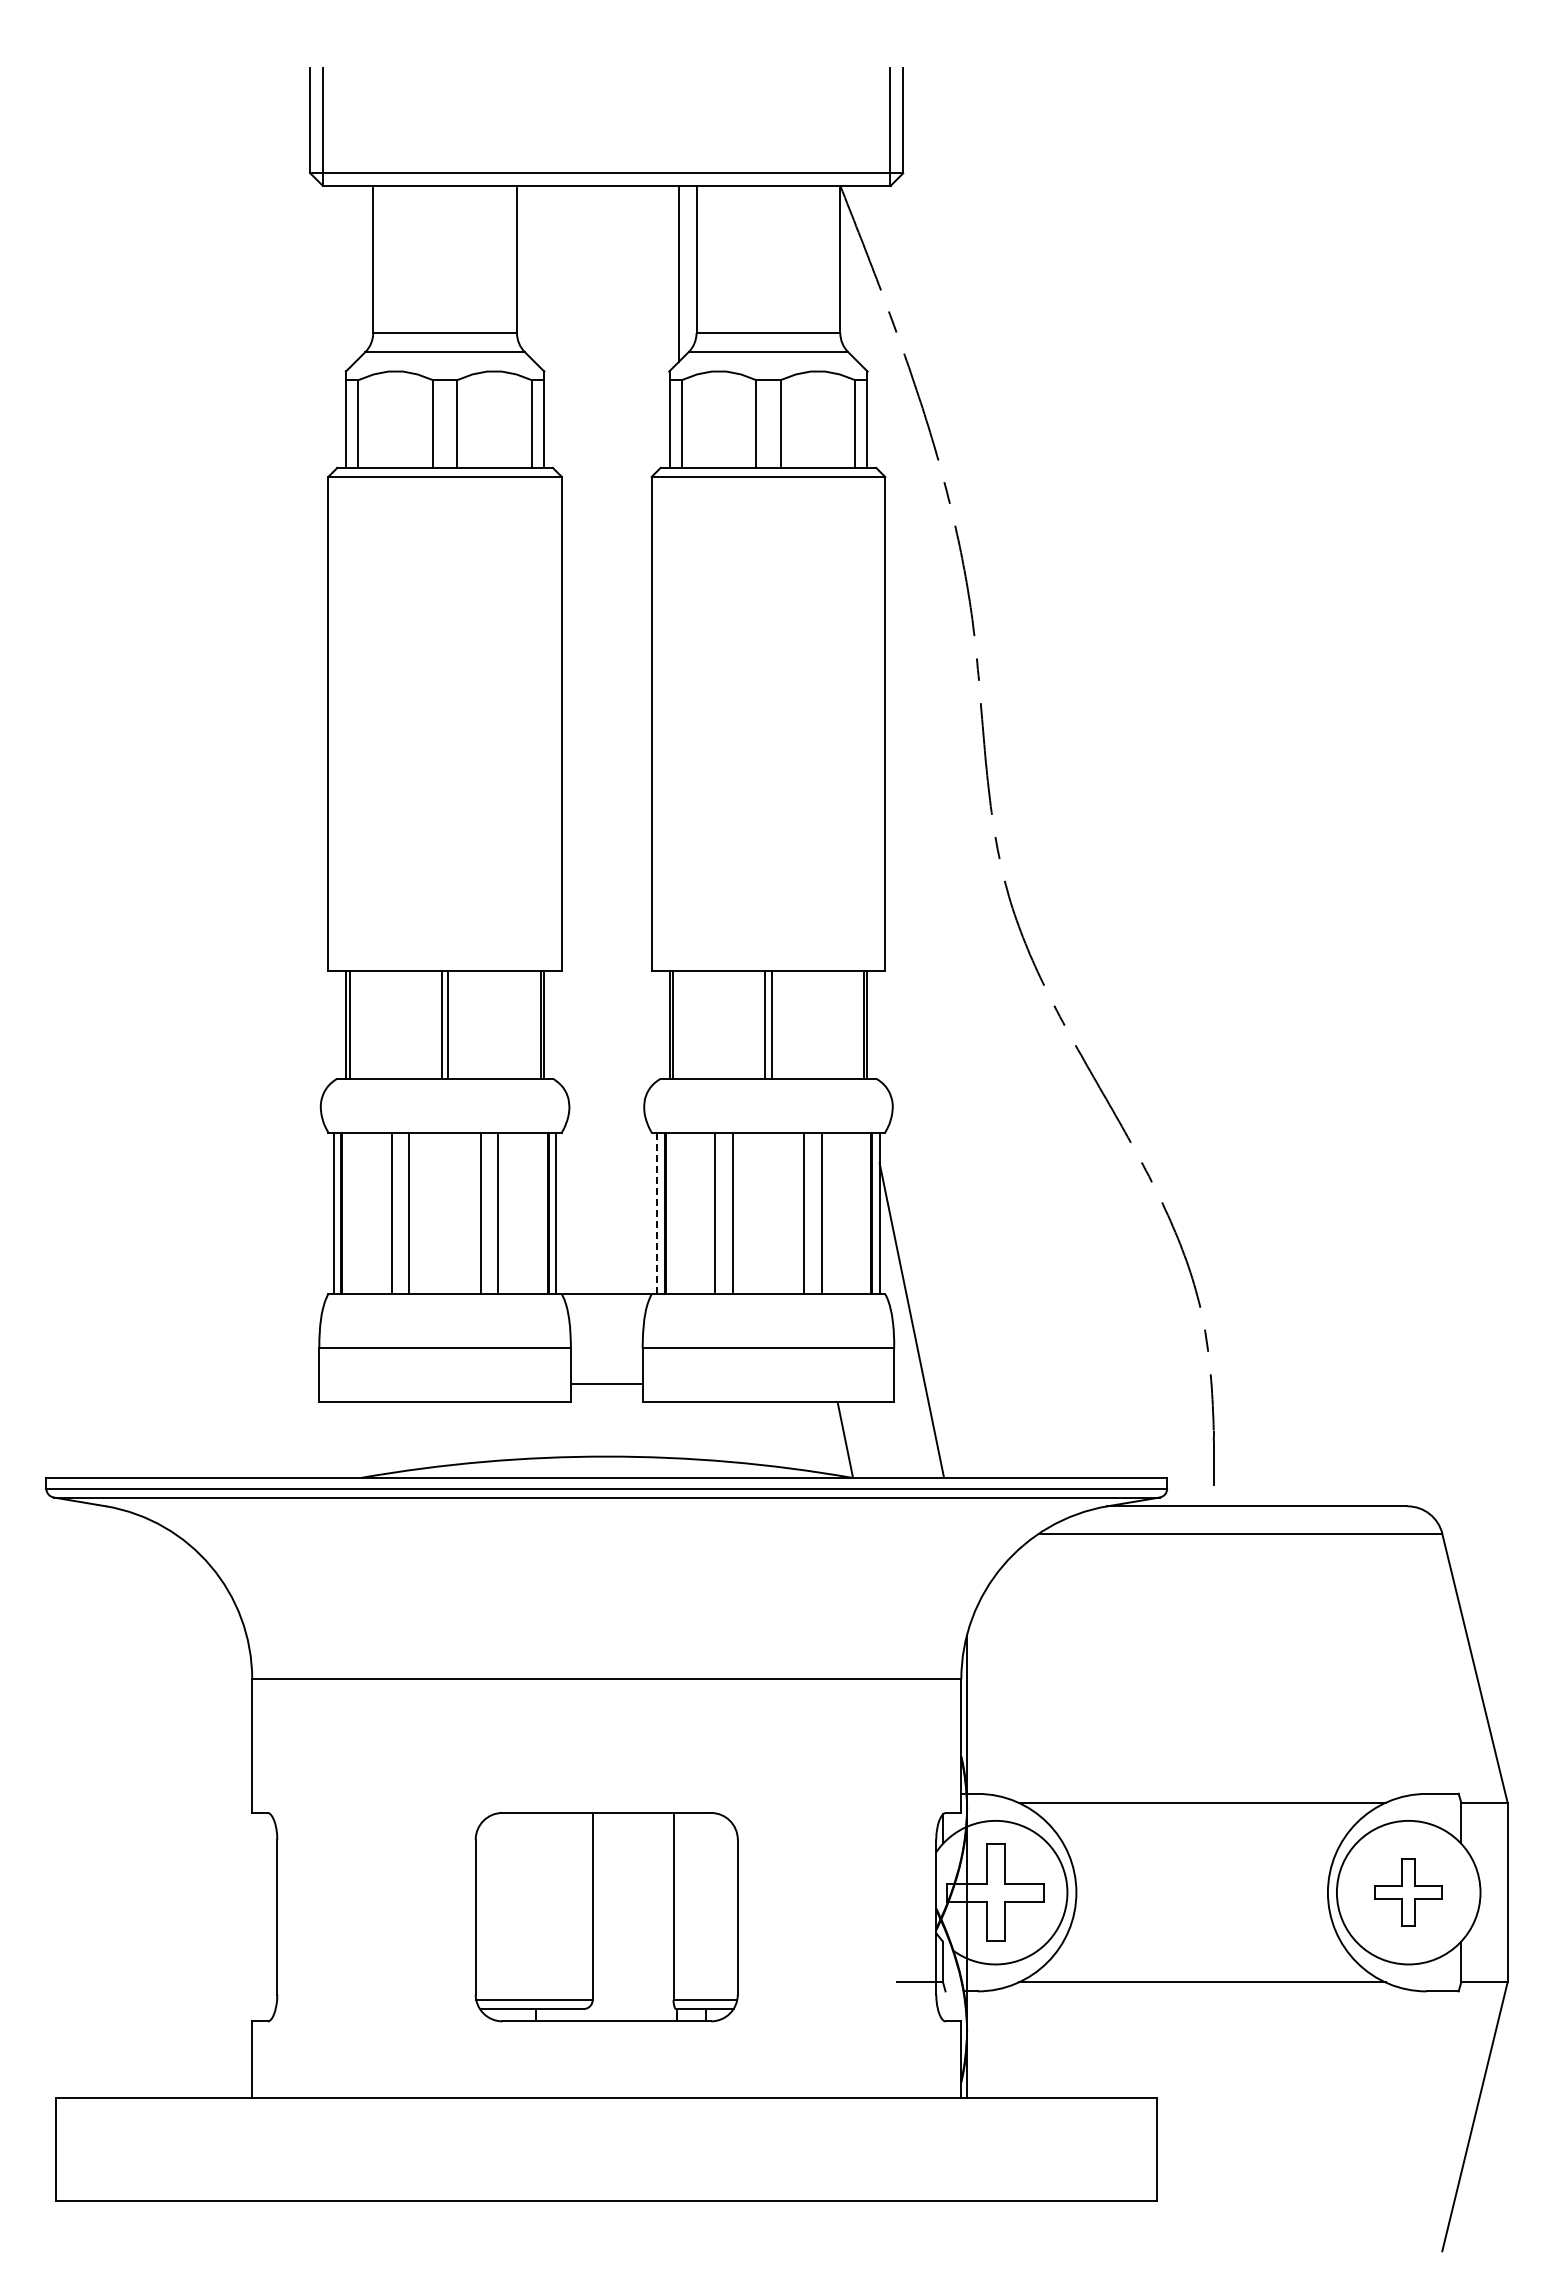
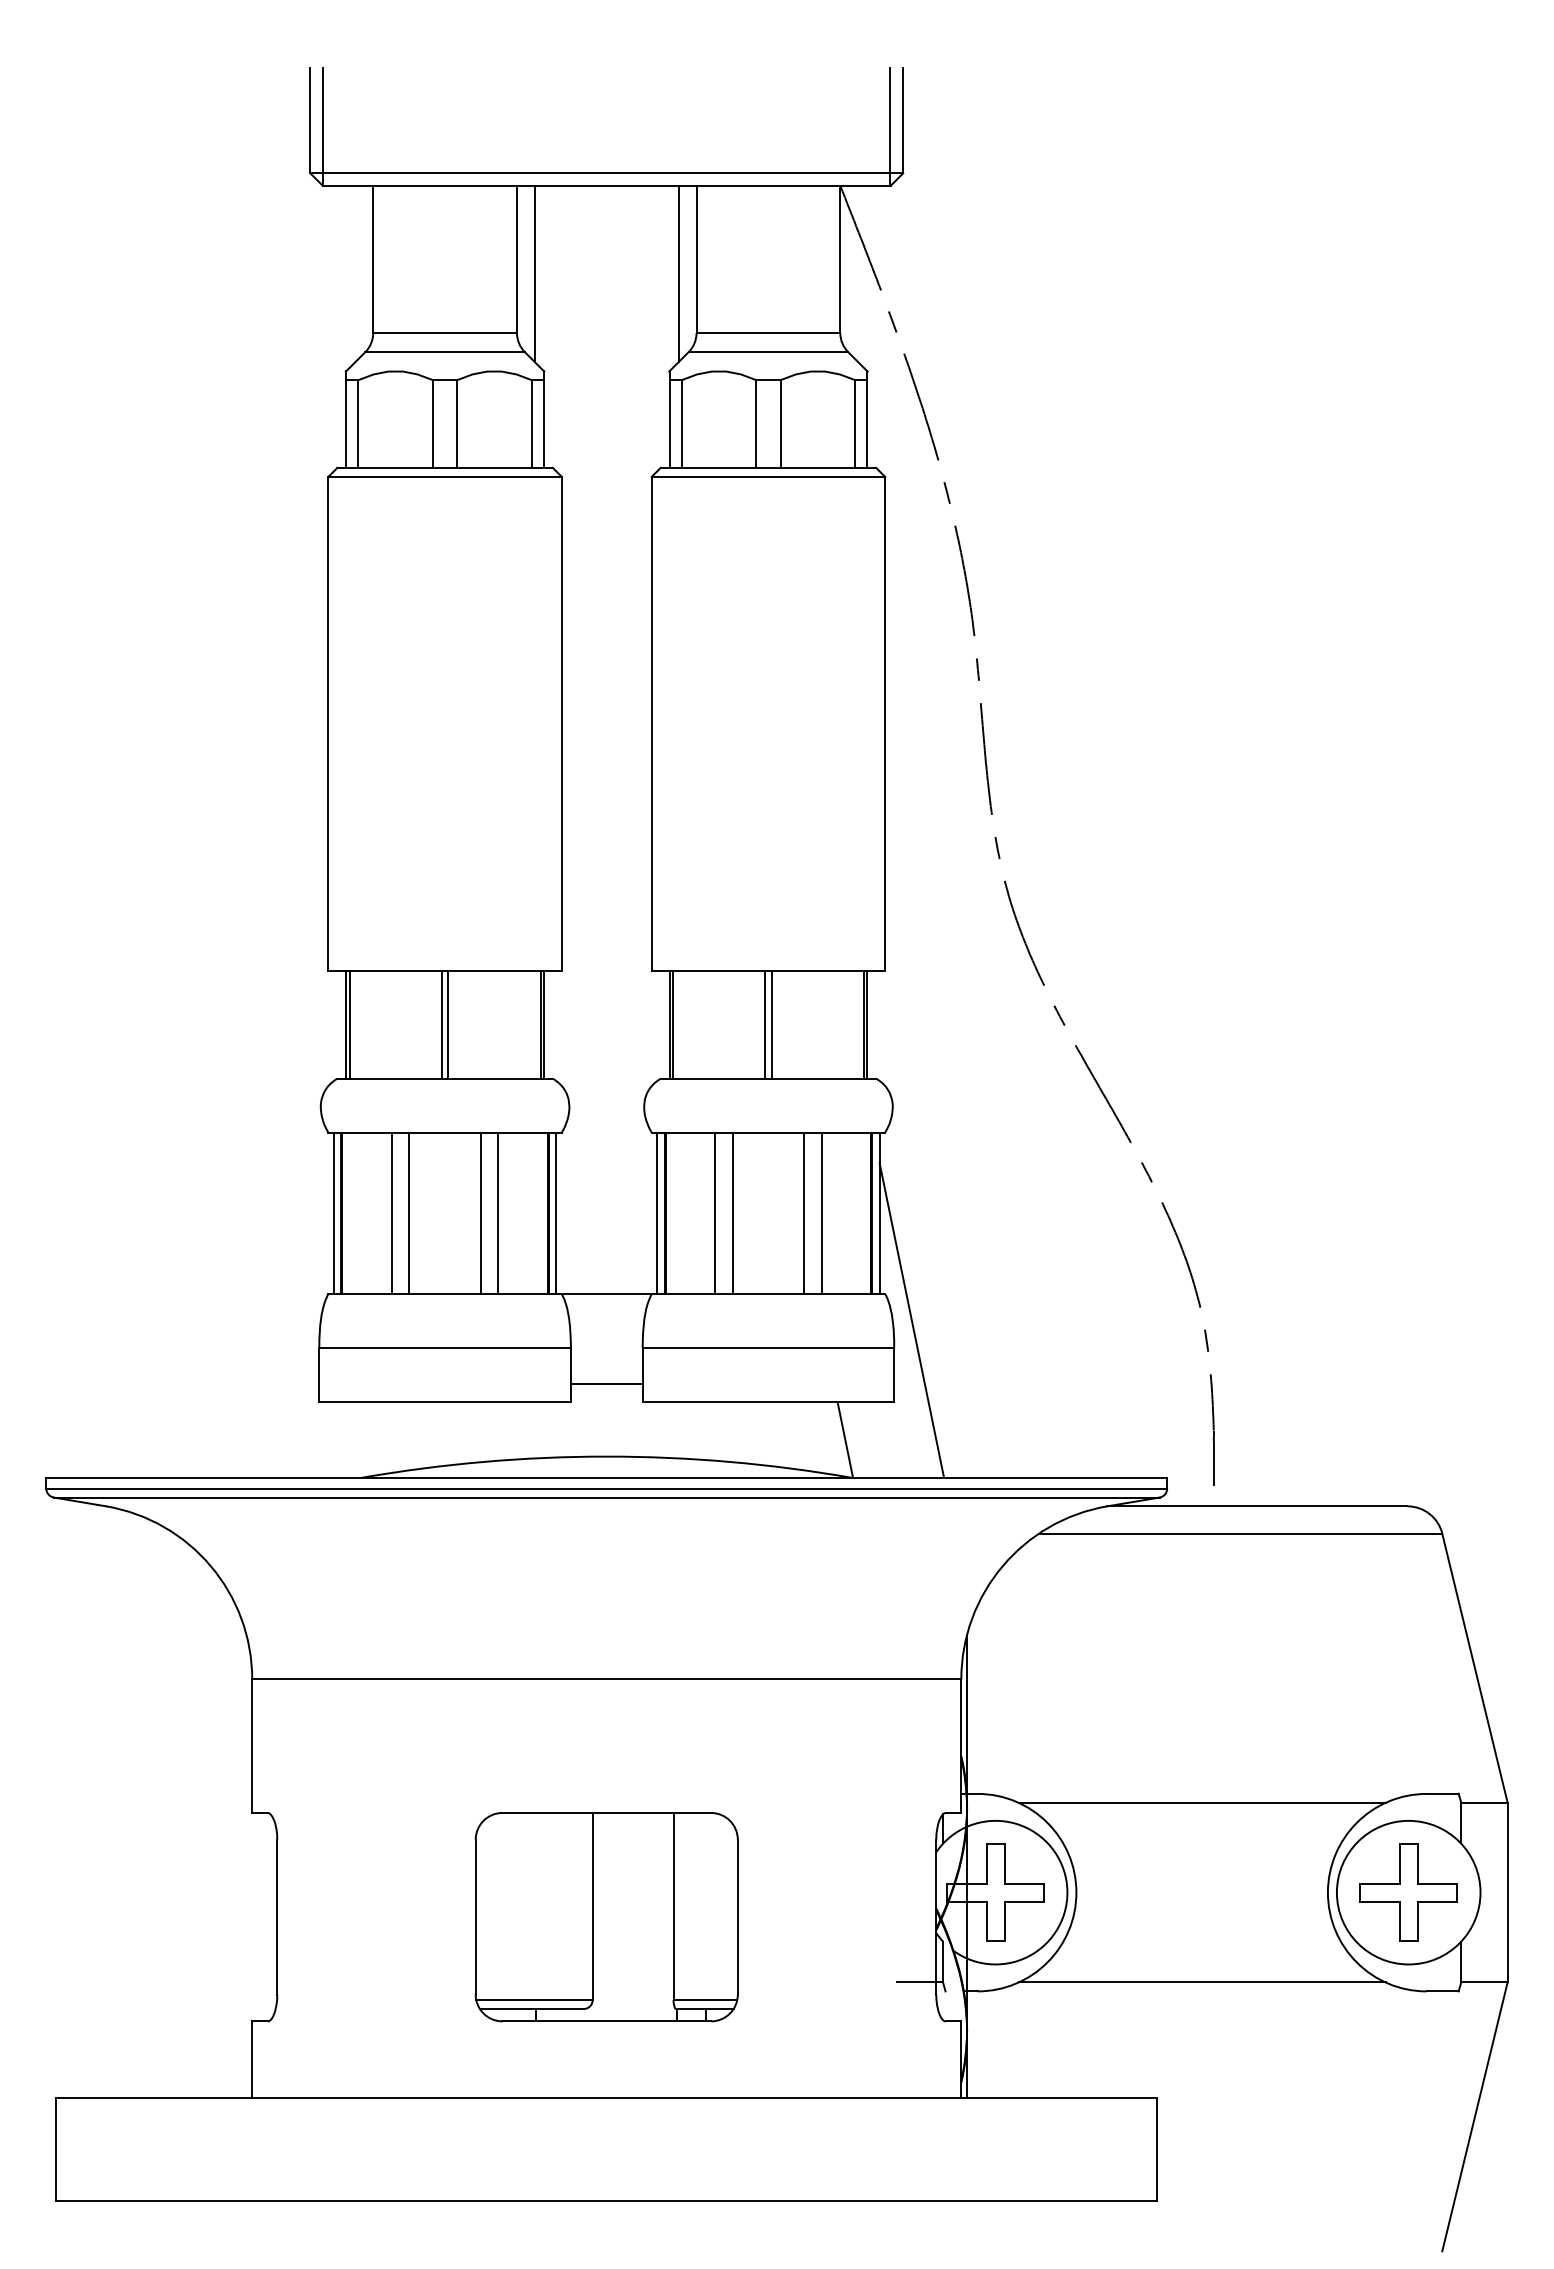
line at (534, 273): none -> present
line at (657, 1213): dashed -> solid
part at (1408, 1892) size: 69x69 px -> 99x99 px
